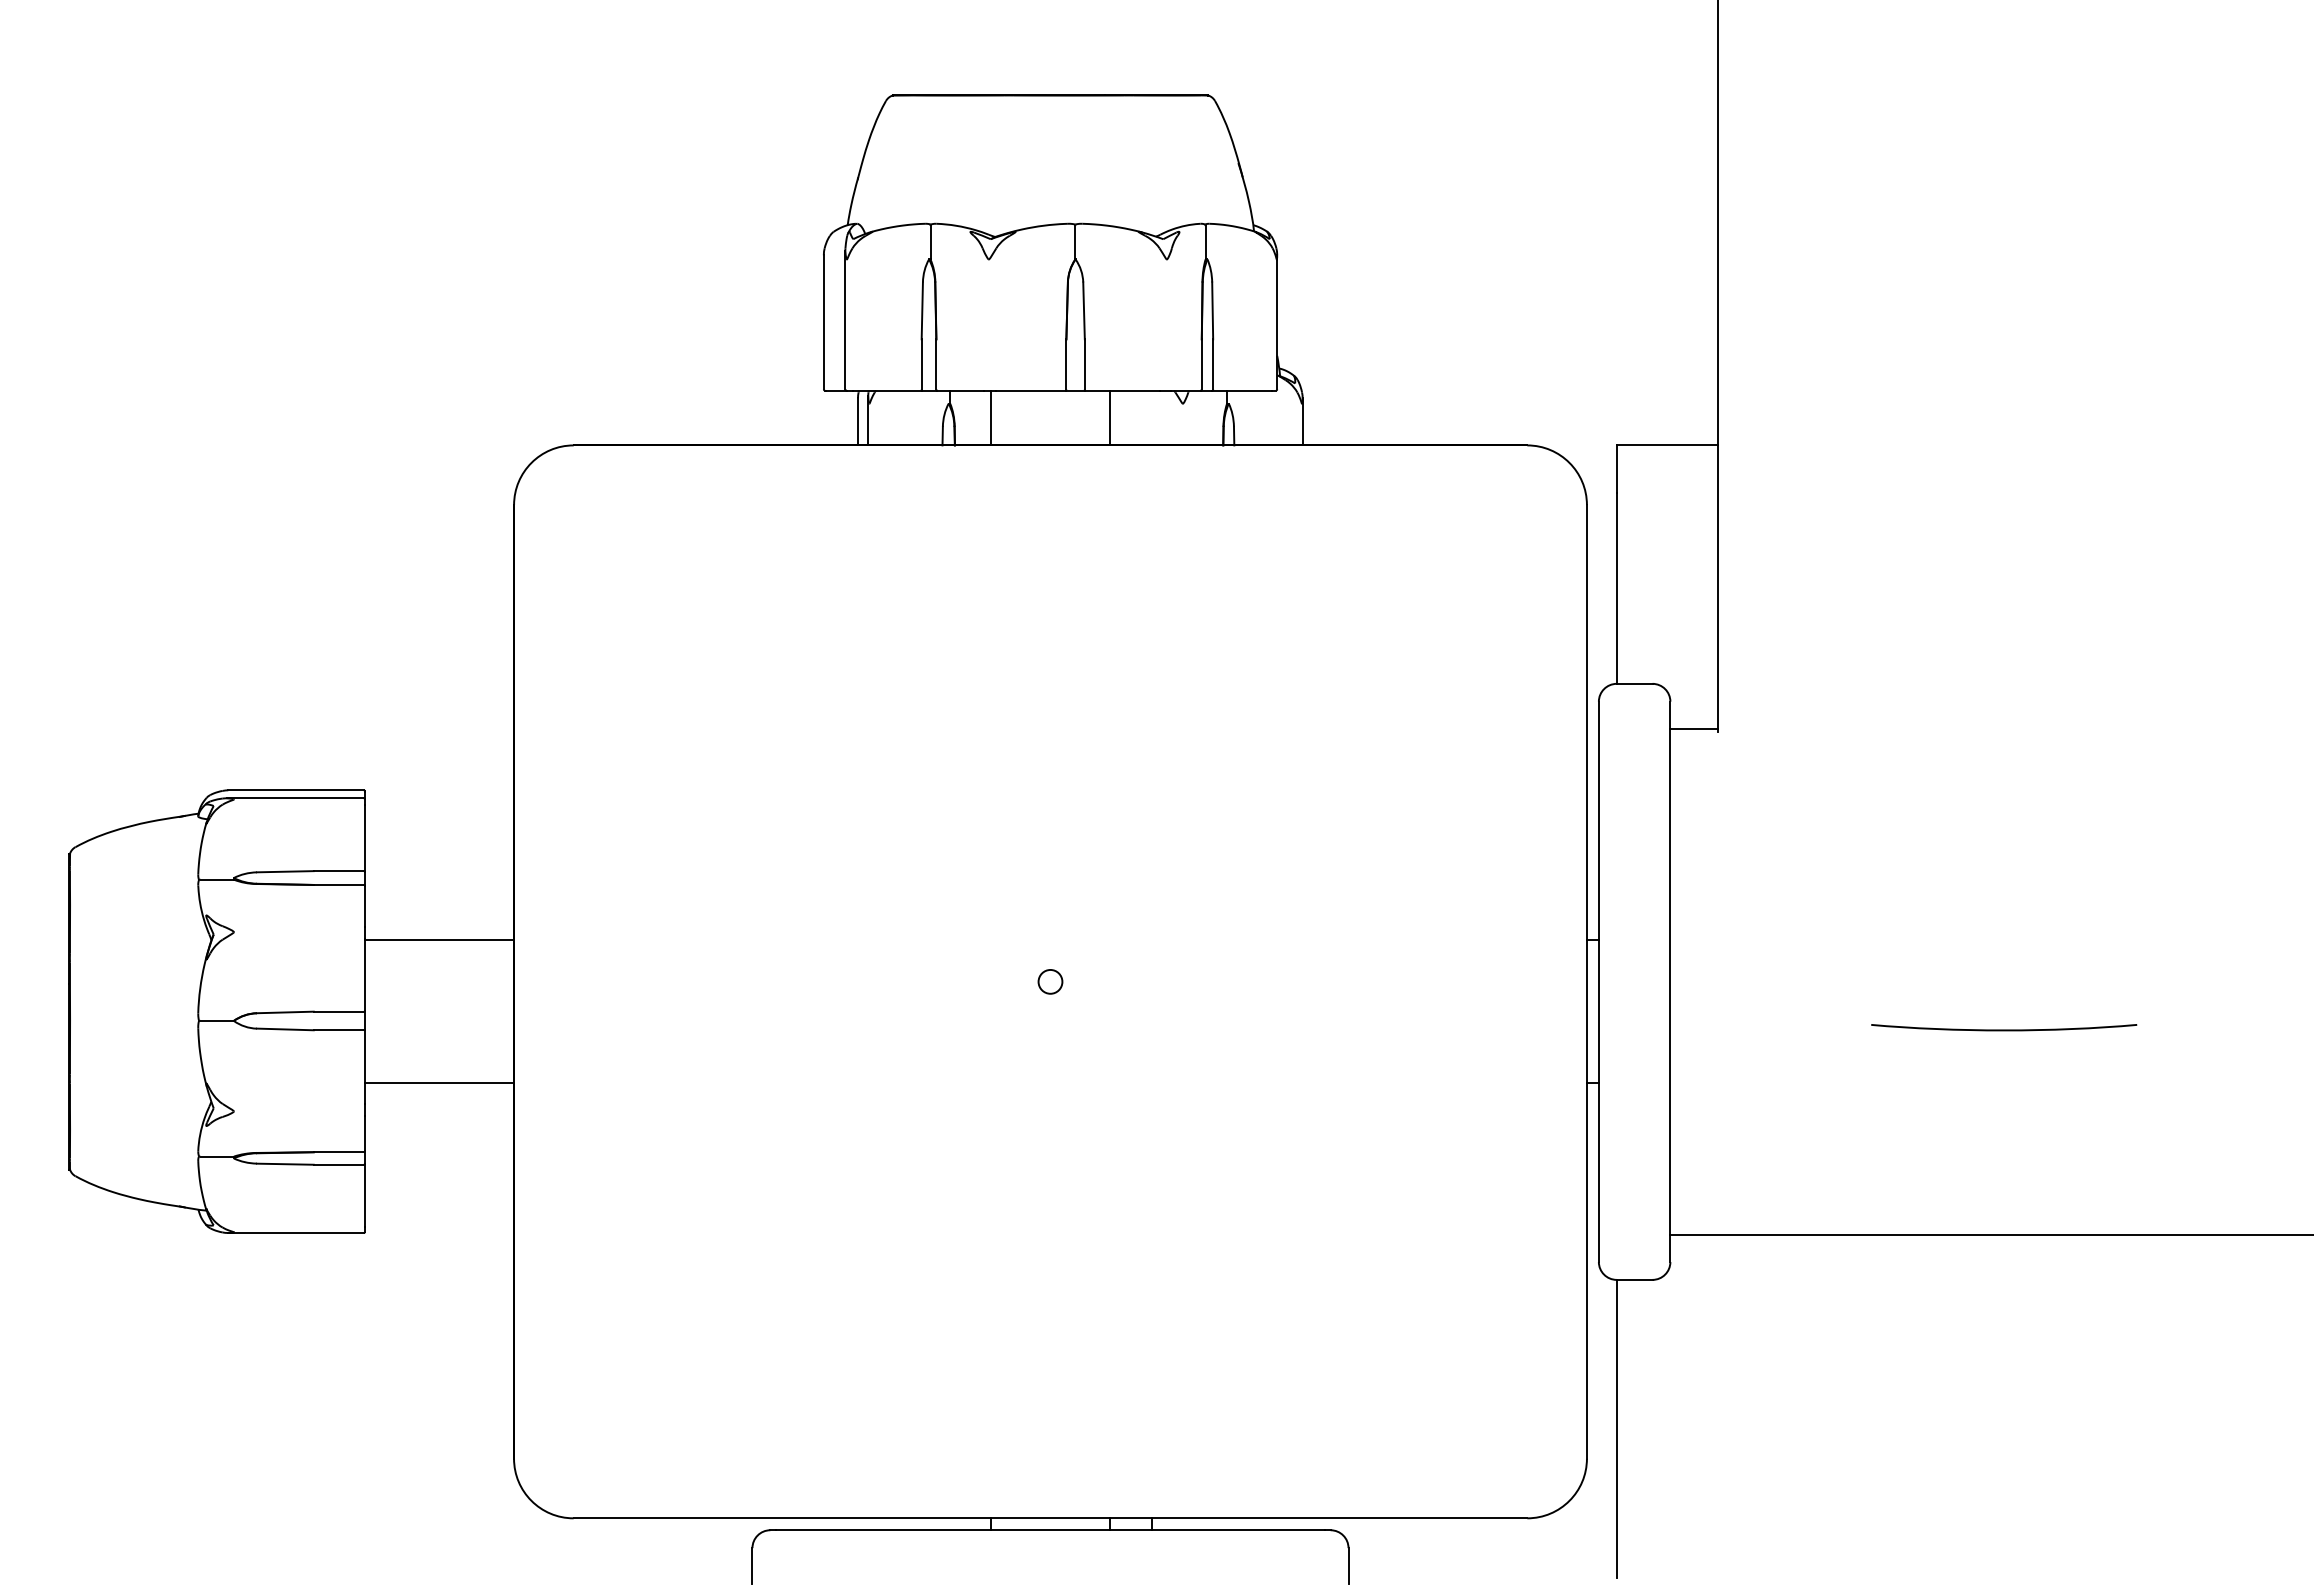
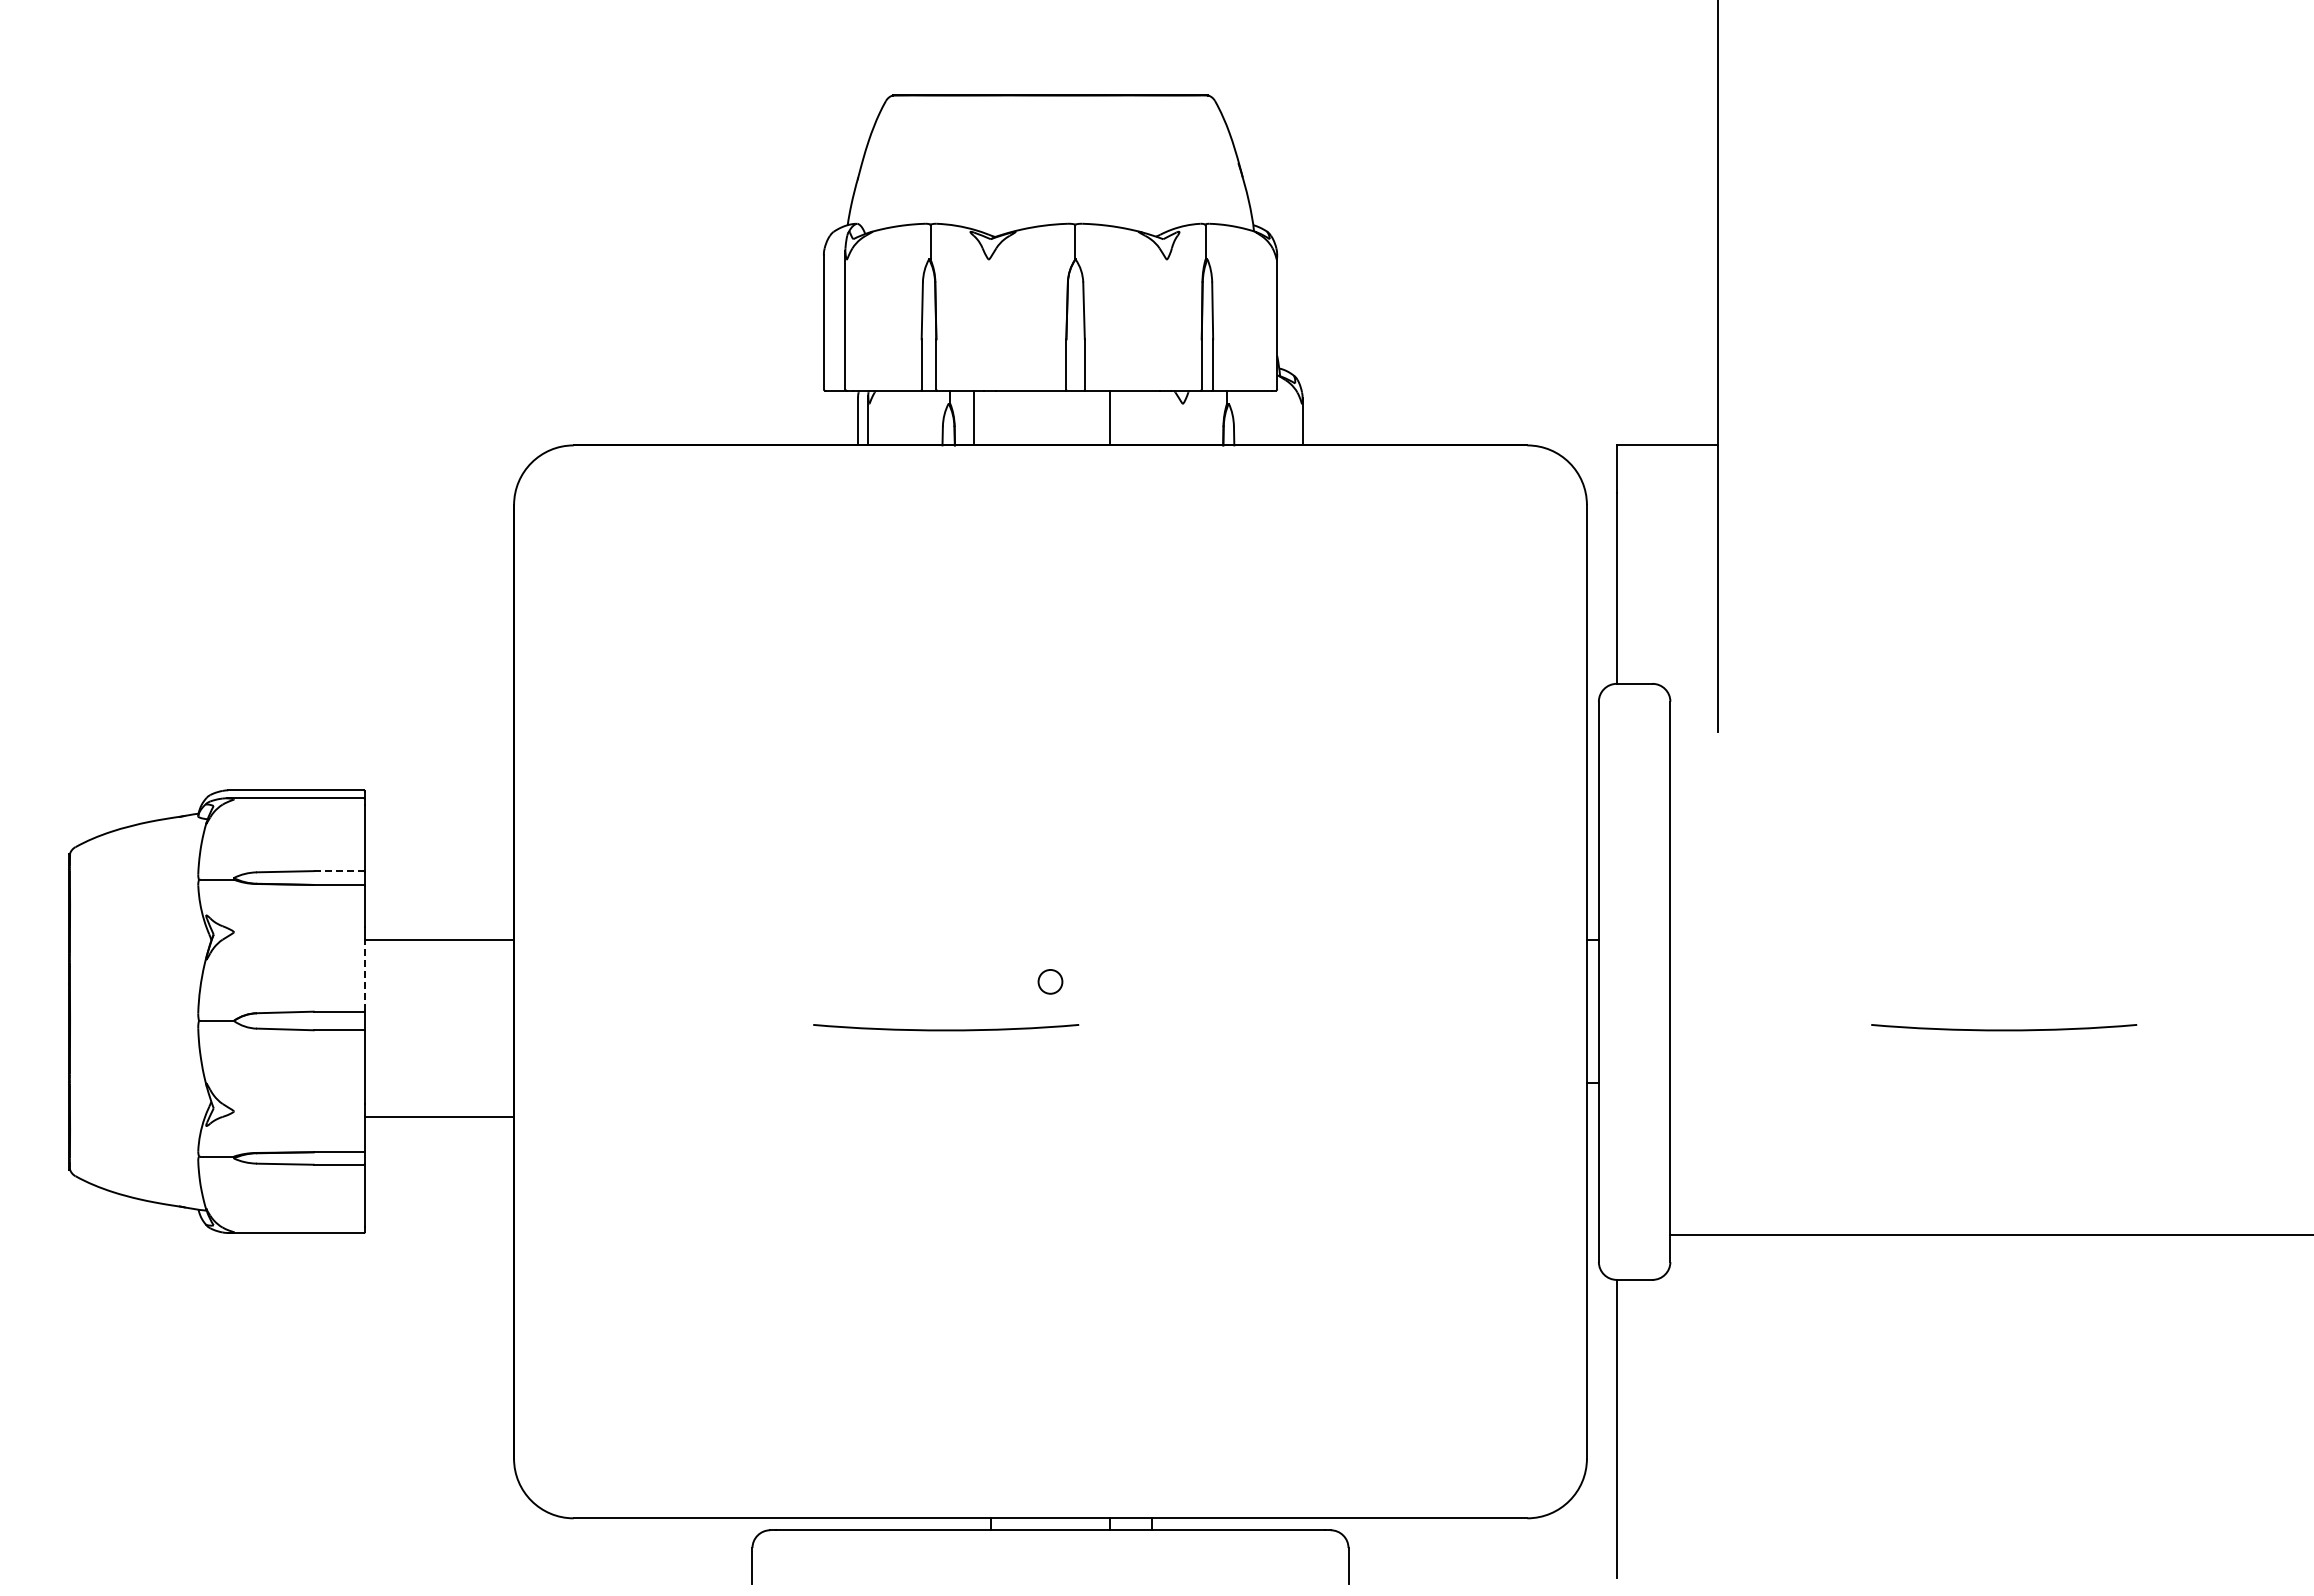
line at (990, 417) position: (990, 417) -> (973, 417)
line at (1694, 728): present -> none
line at (339, 871): solid -> dashed
line at (365, 974): solid -> dashed
curve at (946, 1029): none -> present
line at (439, 1083) position: (439, 1083) -> (439, 1117)
